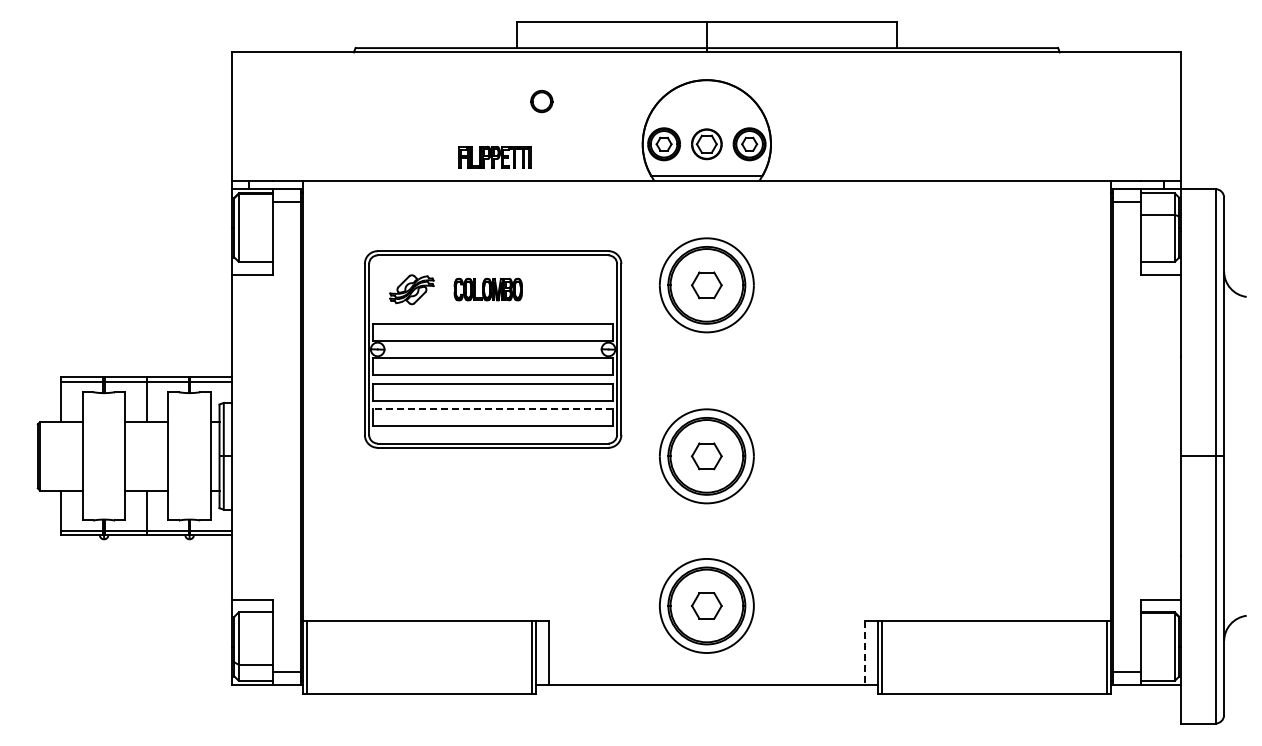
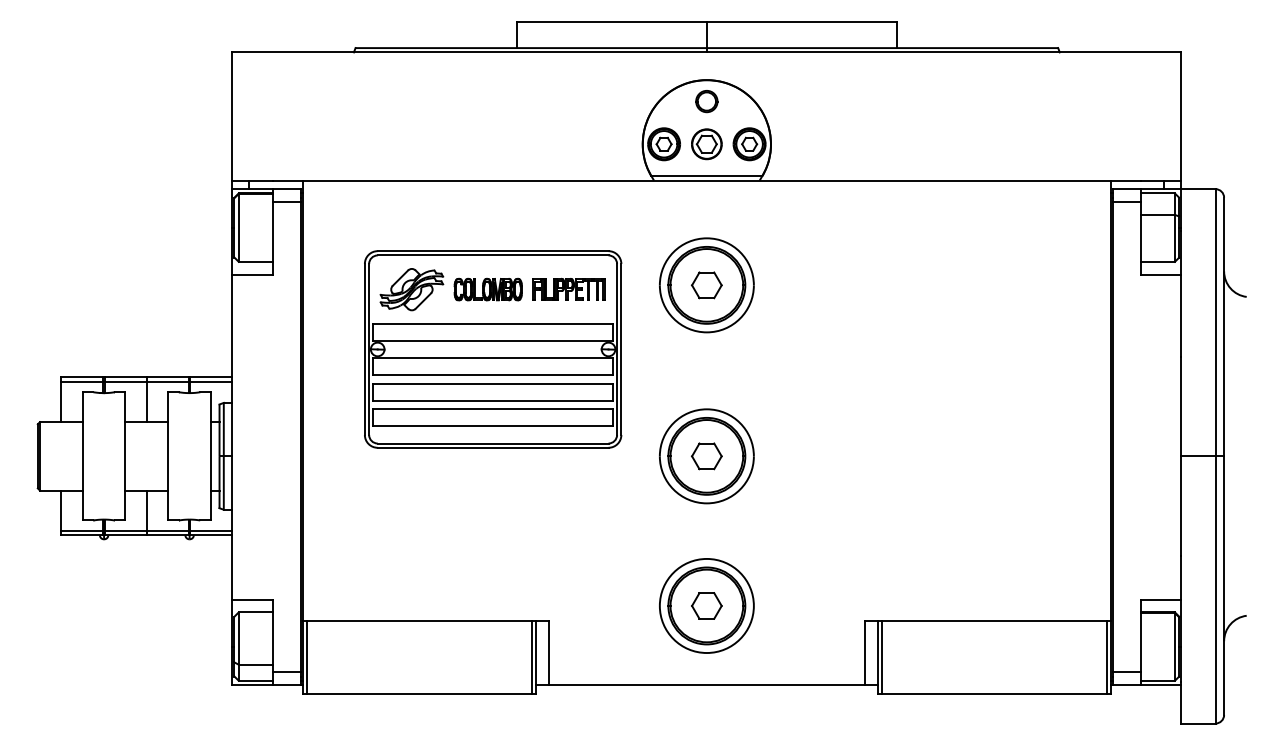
part at (541, 101) position: (541, 101) -> (706, 101)
part at (494, 156) position: (494, 156) -> (568, 288)
part at (411, 289) size: 46x32 px -> 66x44 px
line at (493, 409): dashed -> solid
line at (865, 653): dashed -> solid
